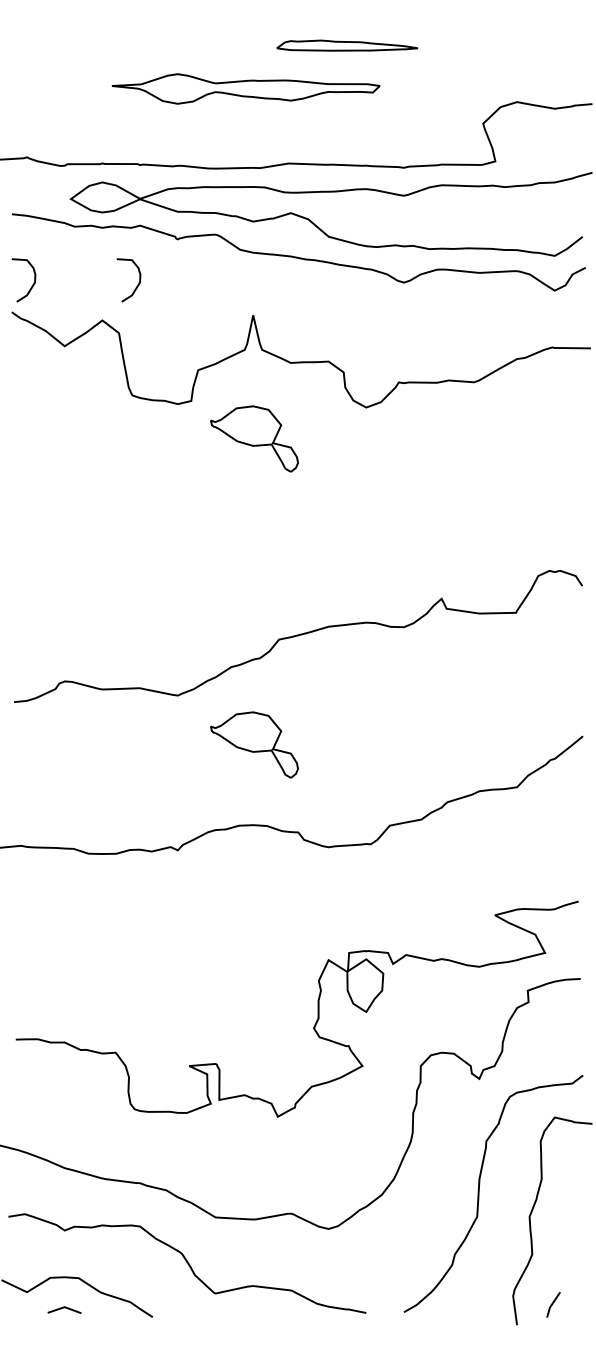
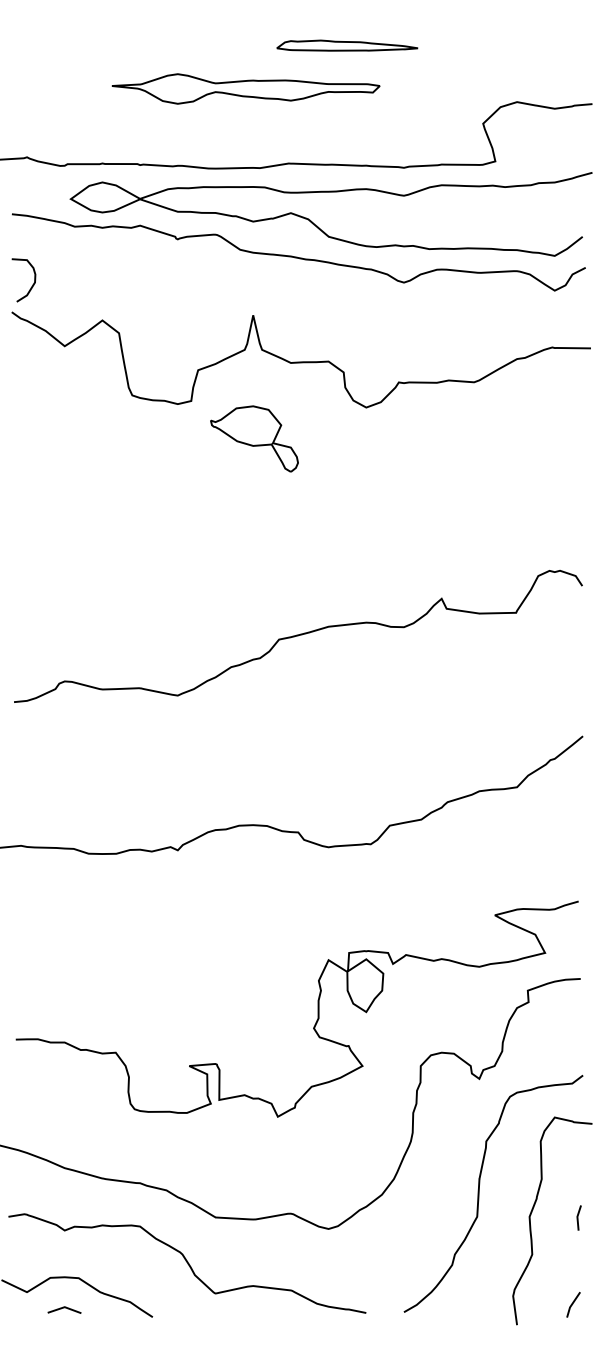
curve at (137, 284): present -> none
part at (254, 744): present -> none
line at (578, 1217): none -> present
line at (553, 1304) position: (553, 1304) -> (573, 1304)
